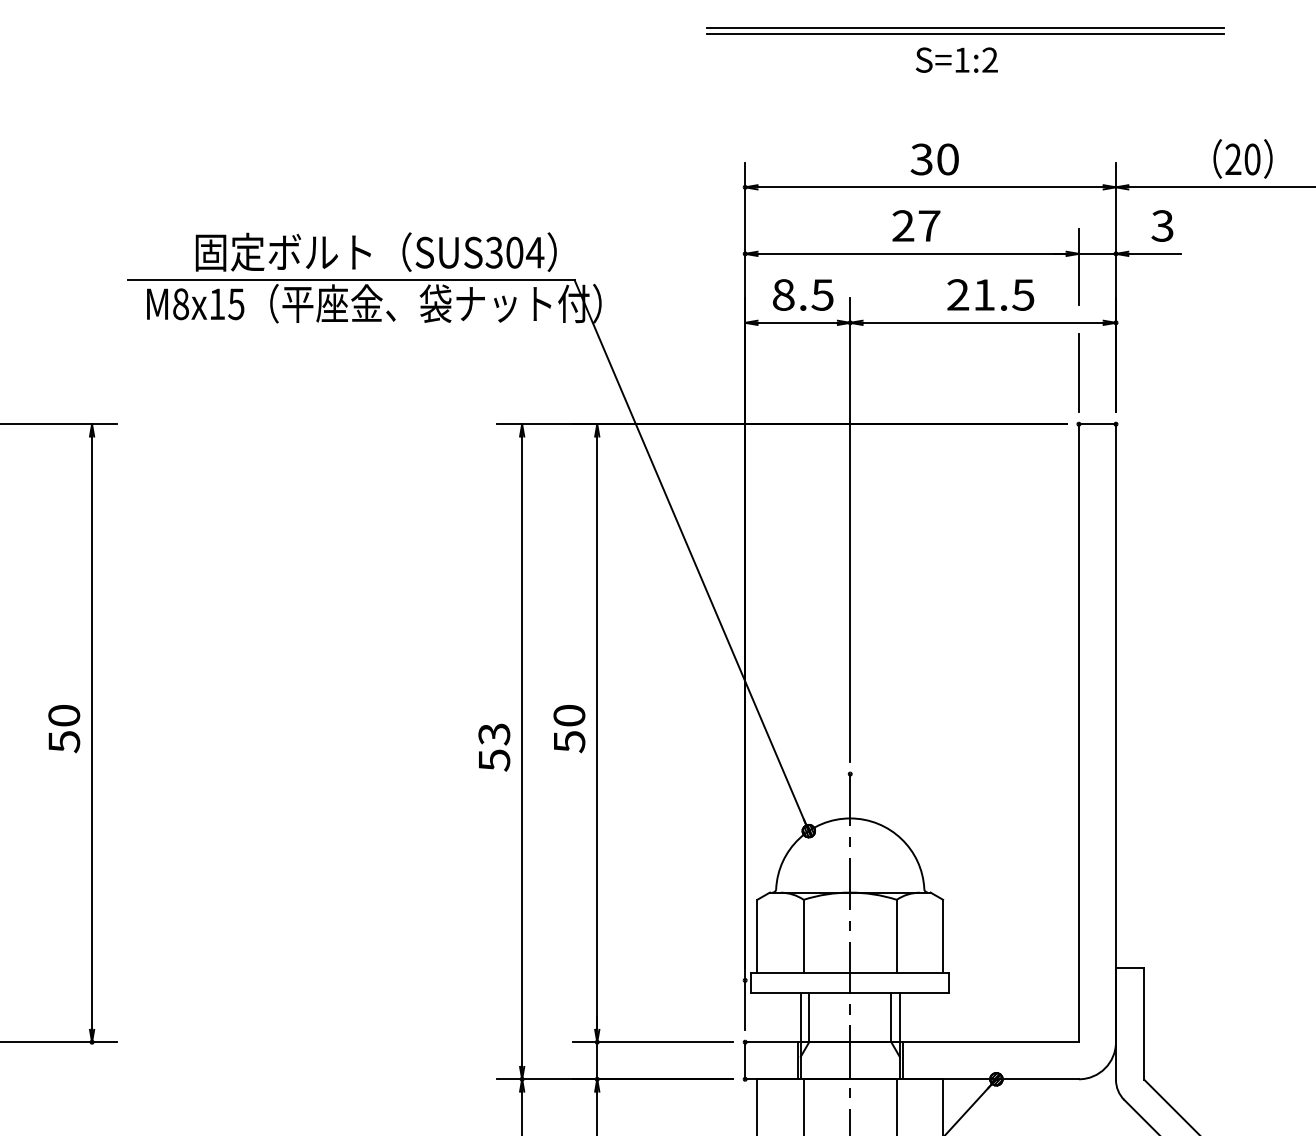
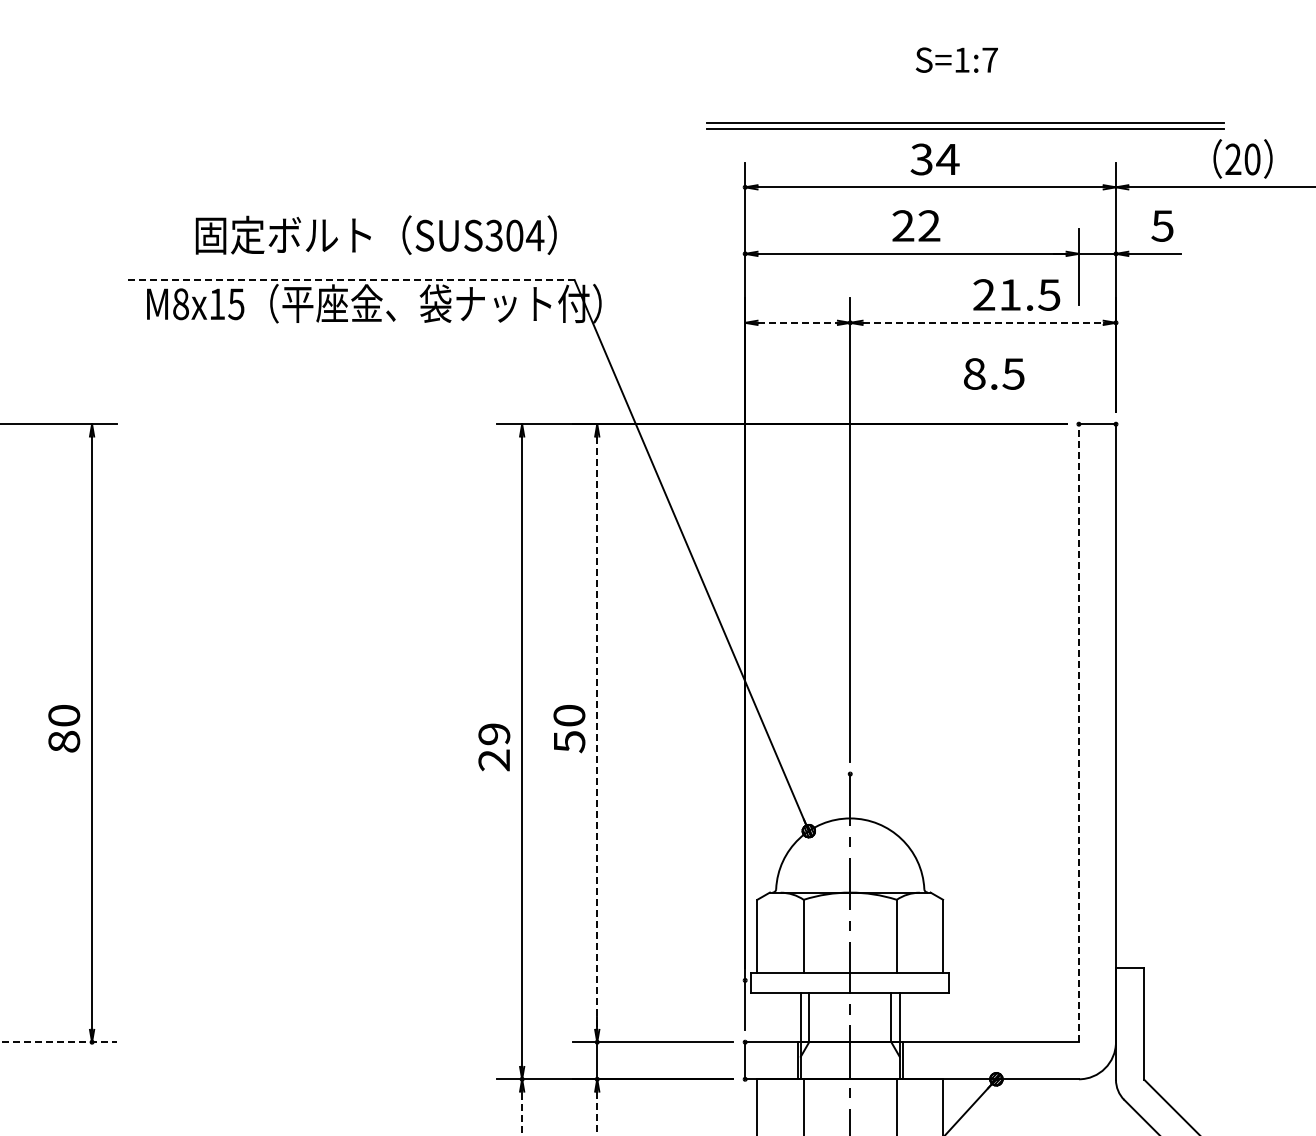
part at (965, 30) position: (965, 30) -> (965, 125)
text at (989, 59): S=1:2 -> S=1:7
text at (947, 159): 30 -> 34
text at (929, 225): 27 -> 22
text at (1162, 225): 3 -> 5
text at (375, 251) position: (375, 251) -> (375, 234)
line at (351, 280): solid -> dashed
text at (803, 294) position: (803, 294) -> (994, 373)
text at (990, 294) position: (990, 294) -> (1016, 294)
line at (798, 322): solid -> dashed
line at (983, 322): solid -> dashed
line at (1078, 372): present -> none
line at (597, 733): solid -> dashed
line at (1078, 733): solid -> dashed
text at (64, 741): 50 -> 80
text at (494, 747): 53 -> 29
line at (59, 1042): solid -> dashed
line at (522, 1113): solid -> dashed
line at (597, 1114): solid -> dashed
